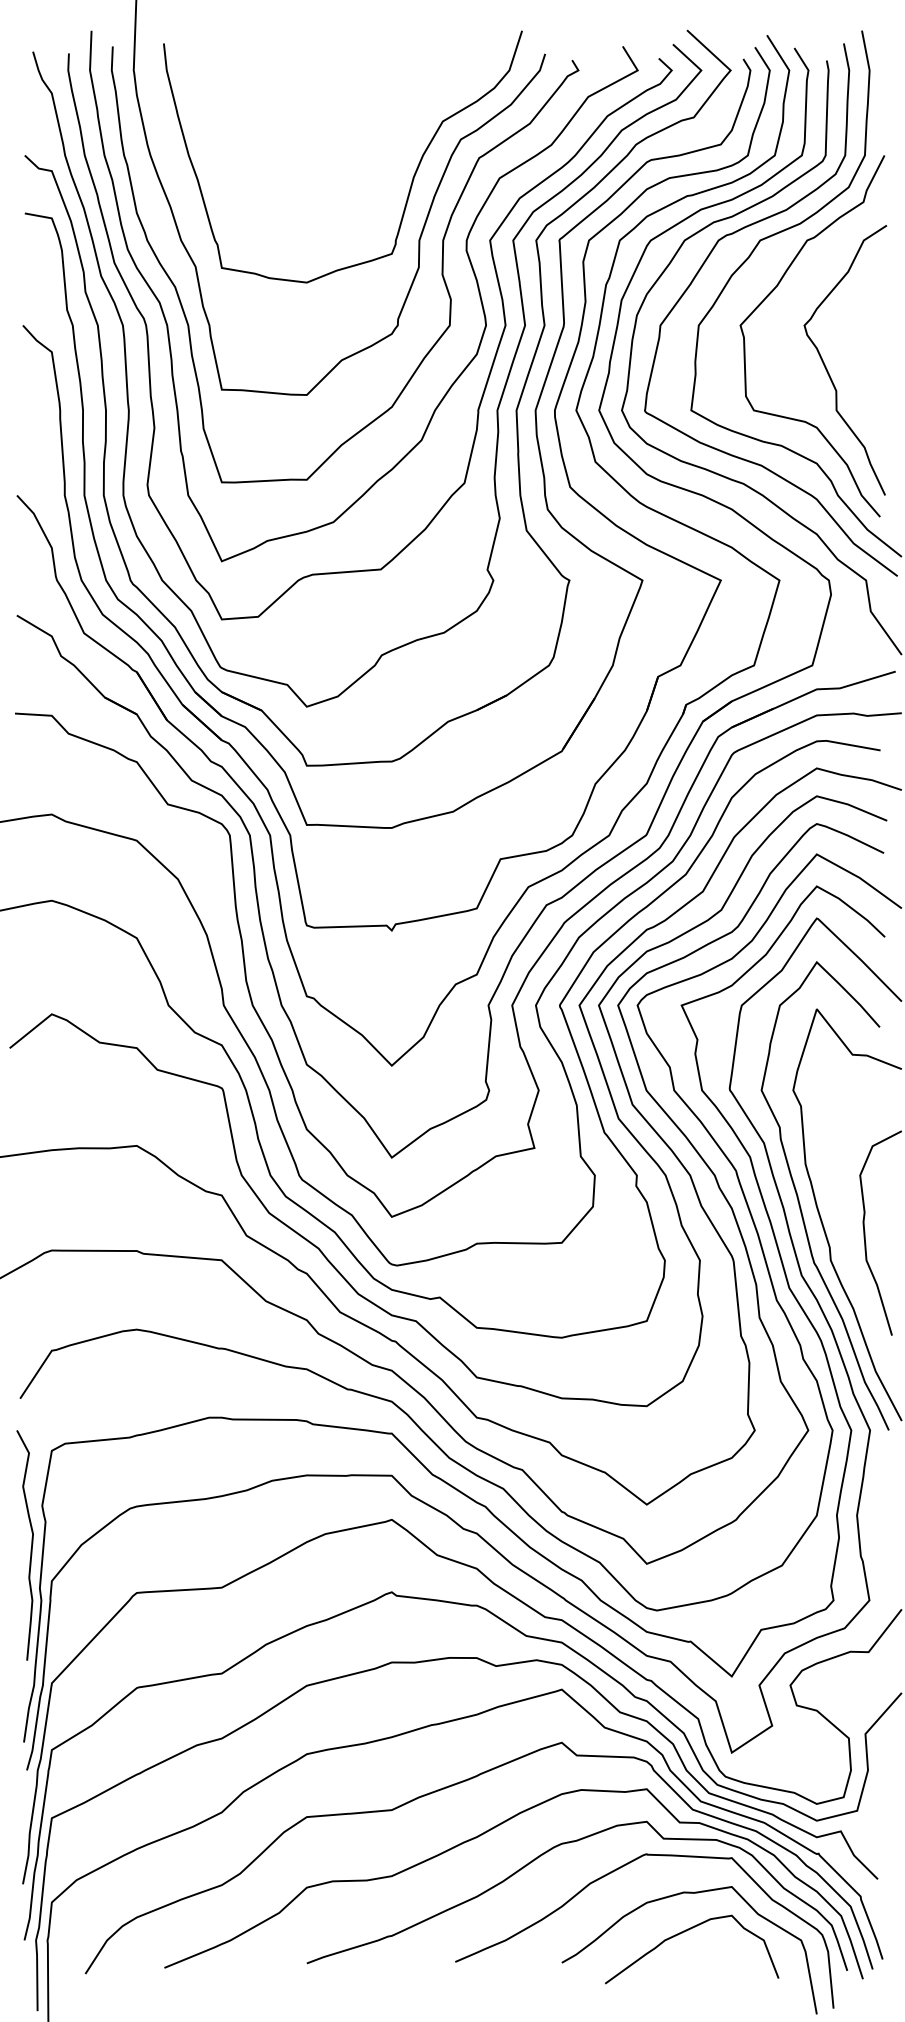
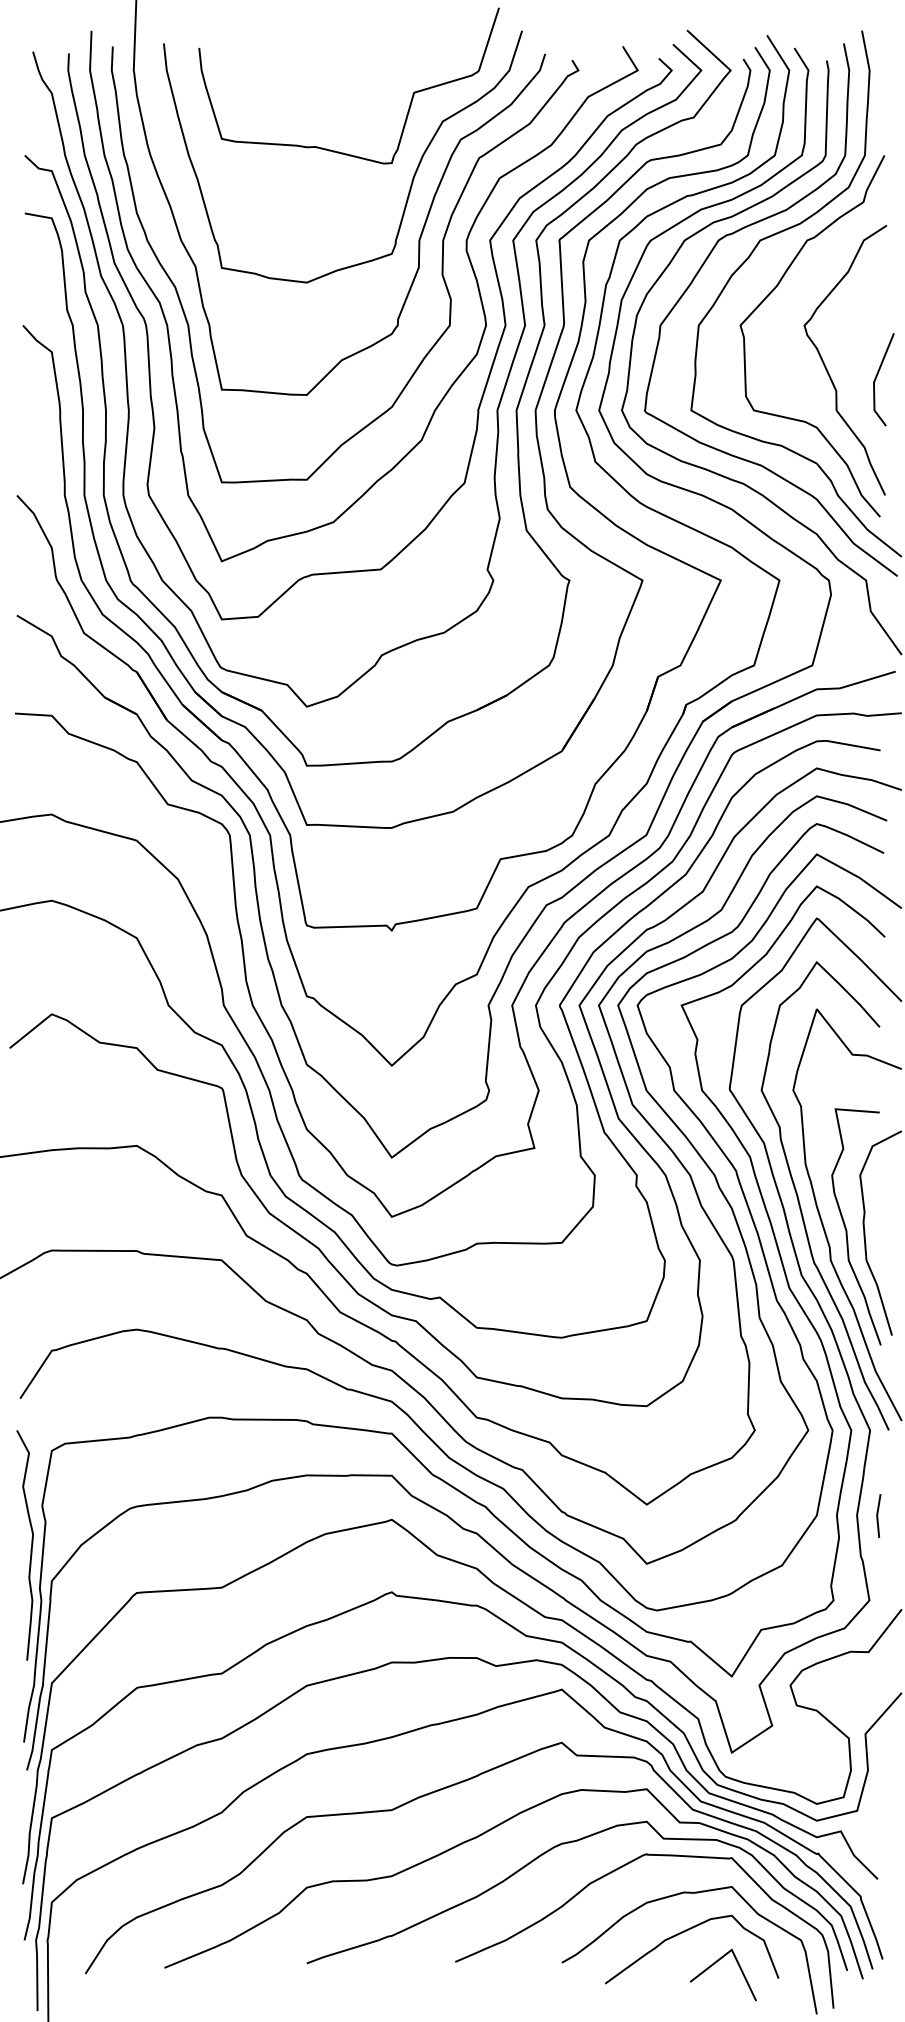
curve at (410, 100): none -> present
line at (877, 376): none -> present
curve at (847, 1230): none -> present
line at (878, 1515): none -> present
line at (713, 1965): none -> present
